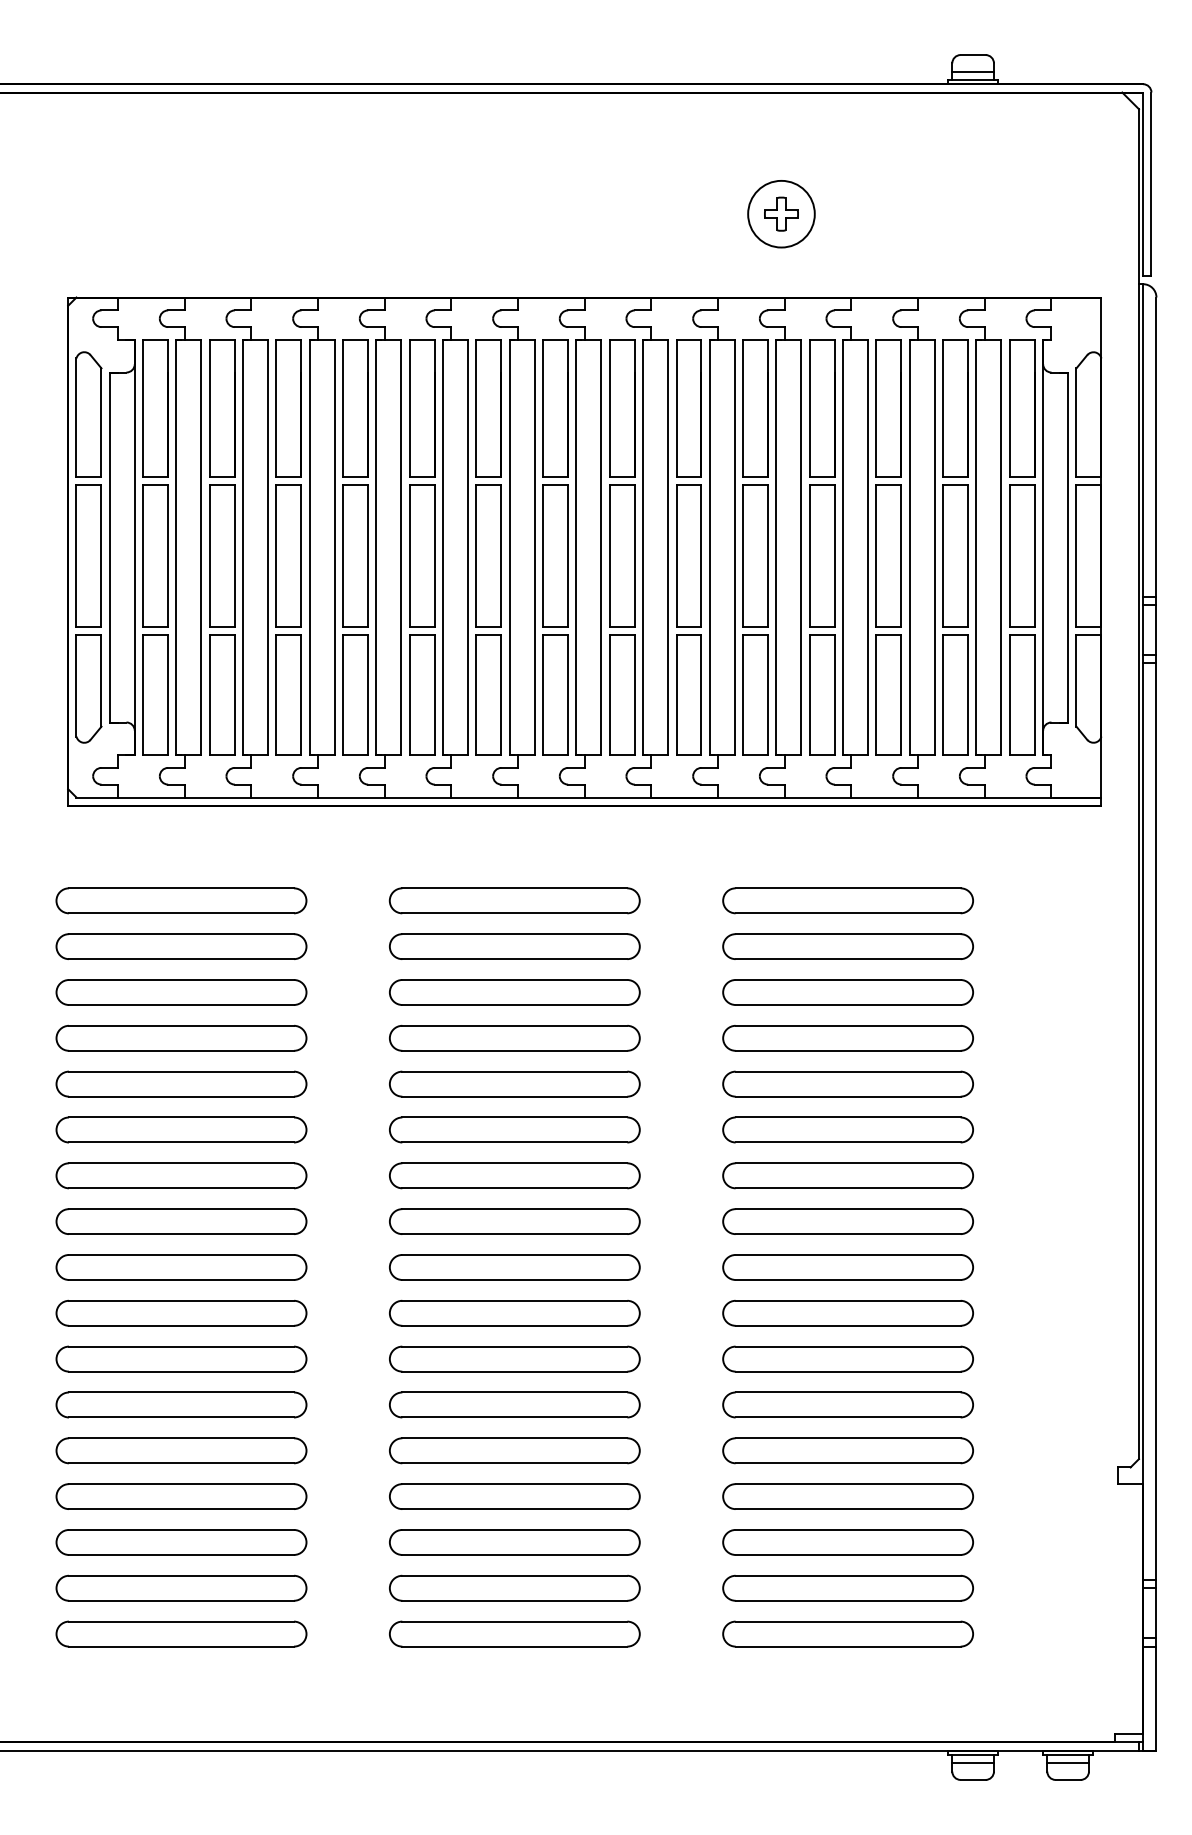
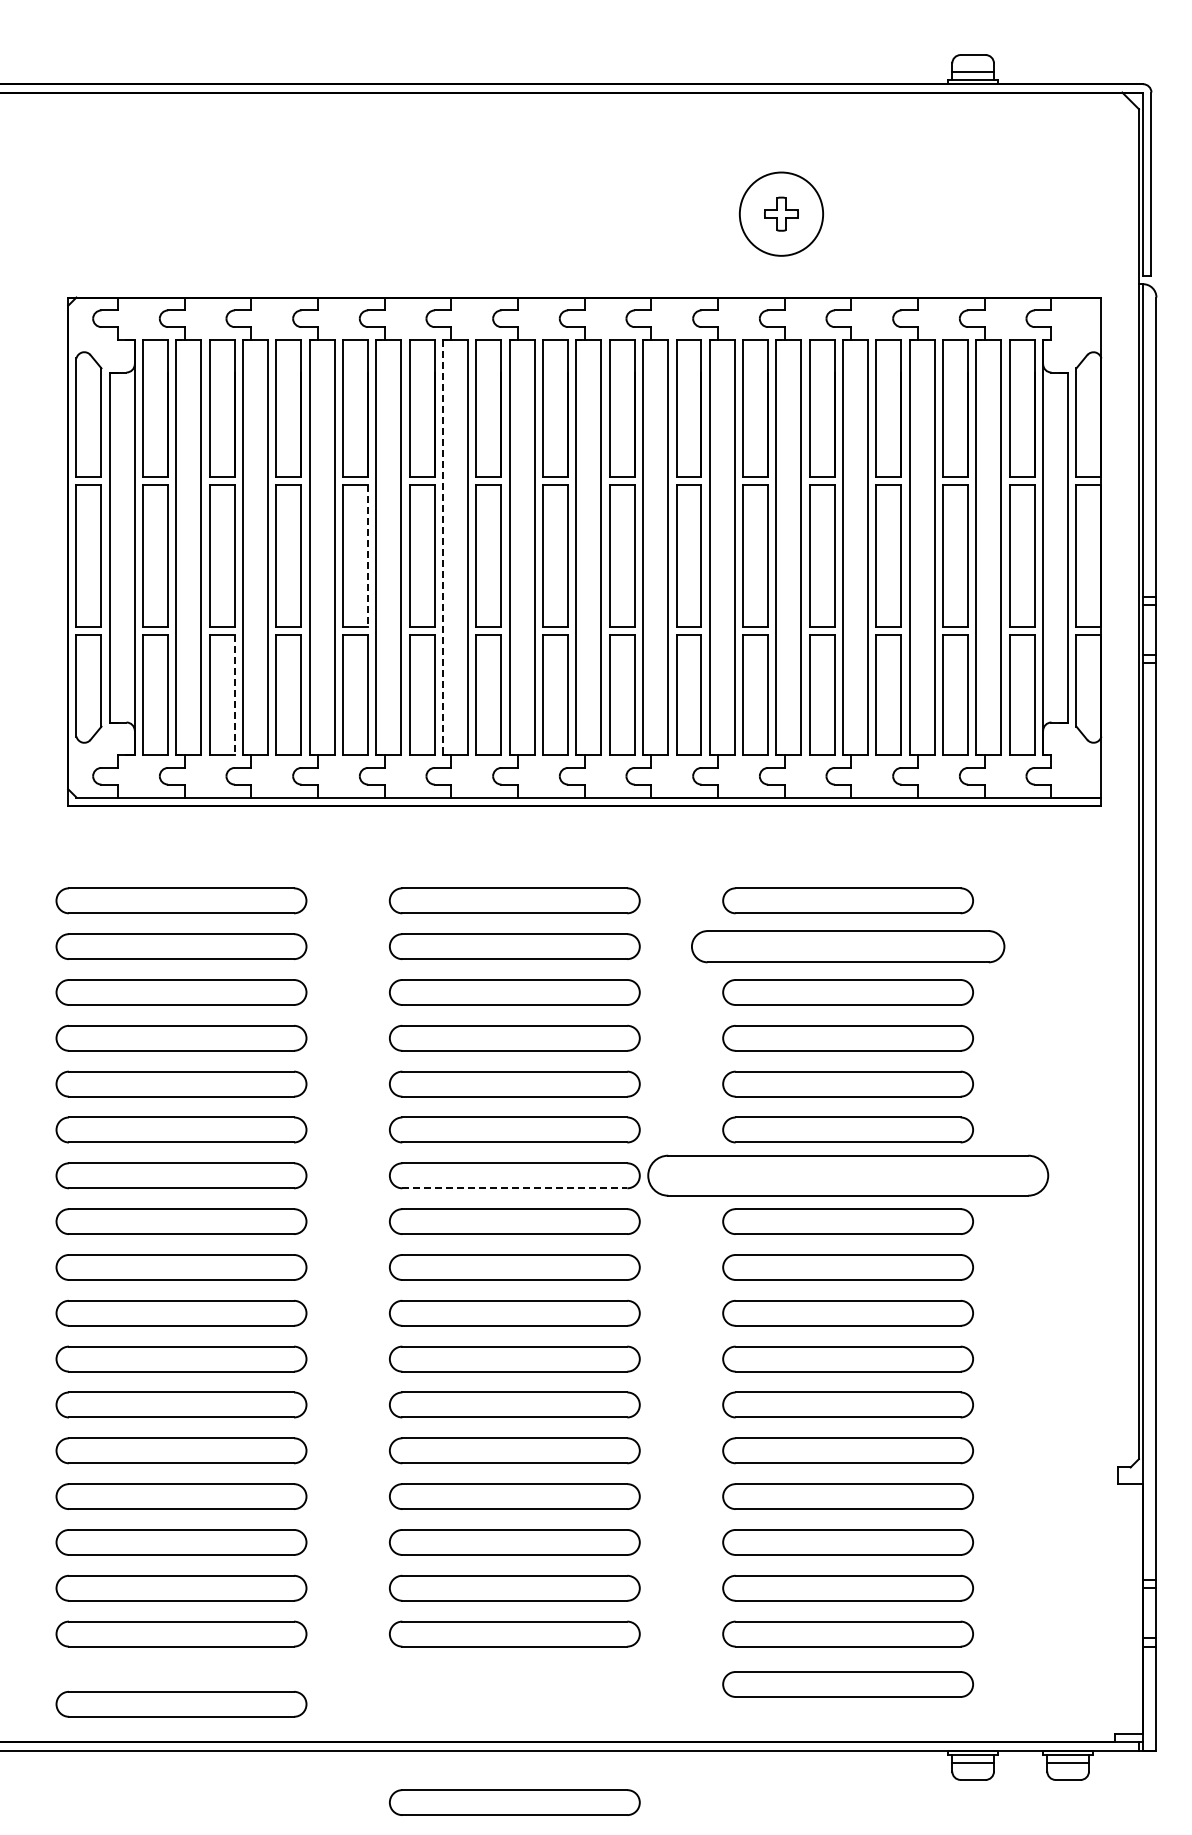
circle at (781, 213) diameter: 67 px -> 83 px
line at (443, 548): solid -> dashed
line at (368, 555): solid -> dashed
line at (234, 695): solid -> dashed
part at (847, 946) size: 252x27 px -> 315x34 px
part at (847, 1175) size: 252x28 px -> 403x43 px
line at (515, 1188): solid -> dashed
part at (847, 1684): none -> present
part at (181, 1703): none -> present
part at (514, 1802): none -> present
